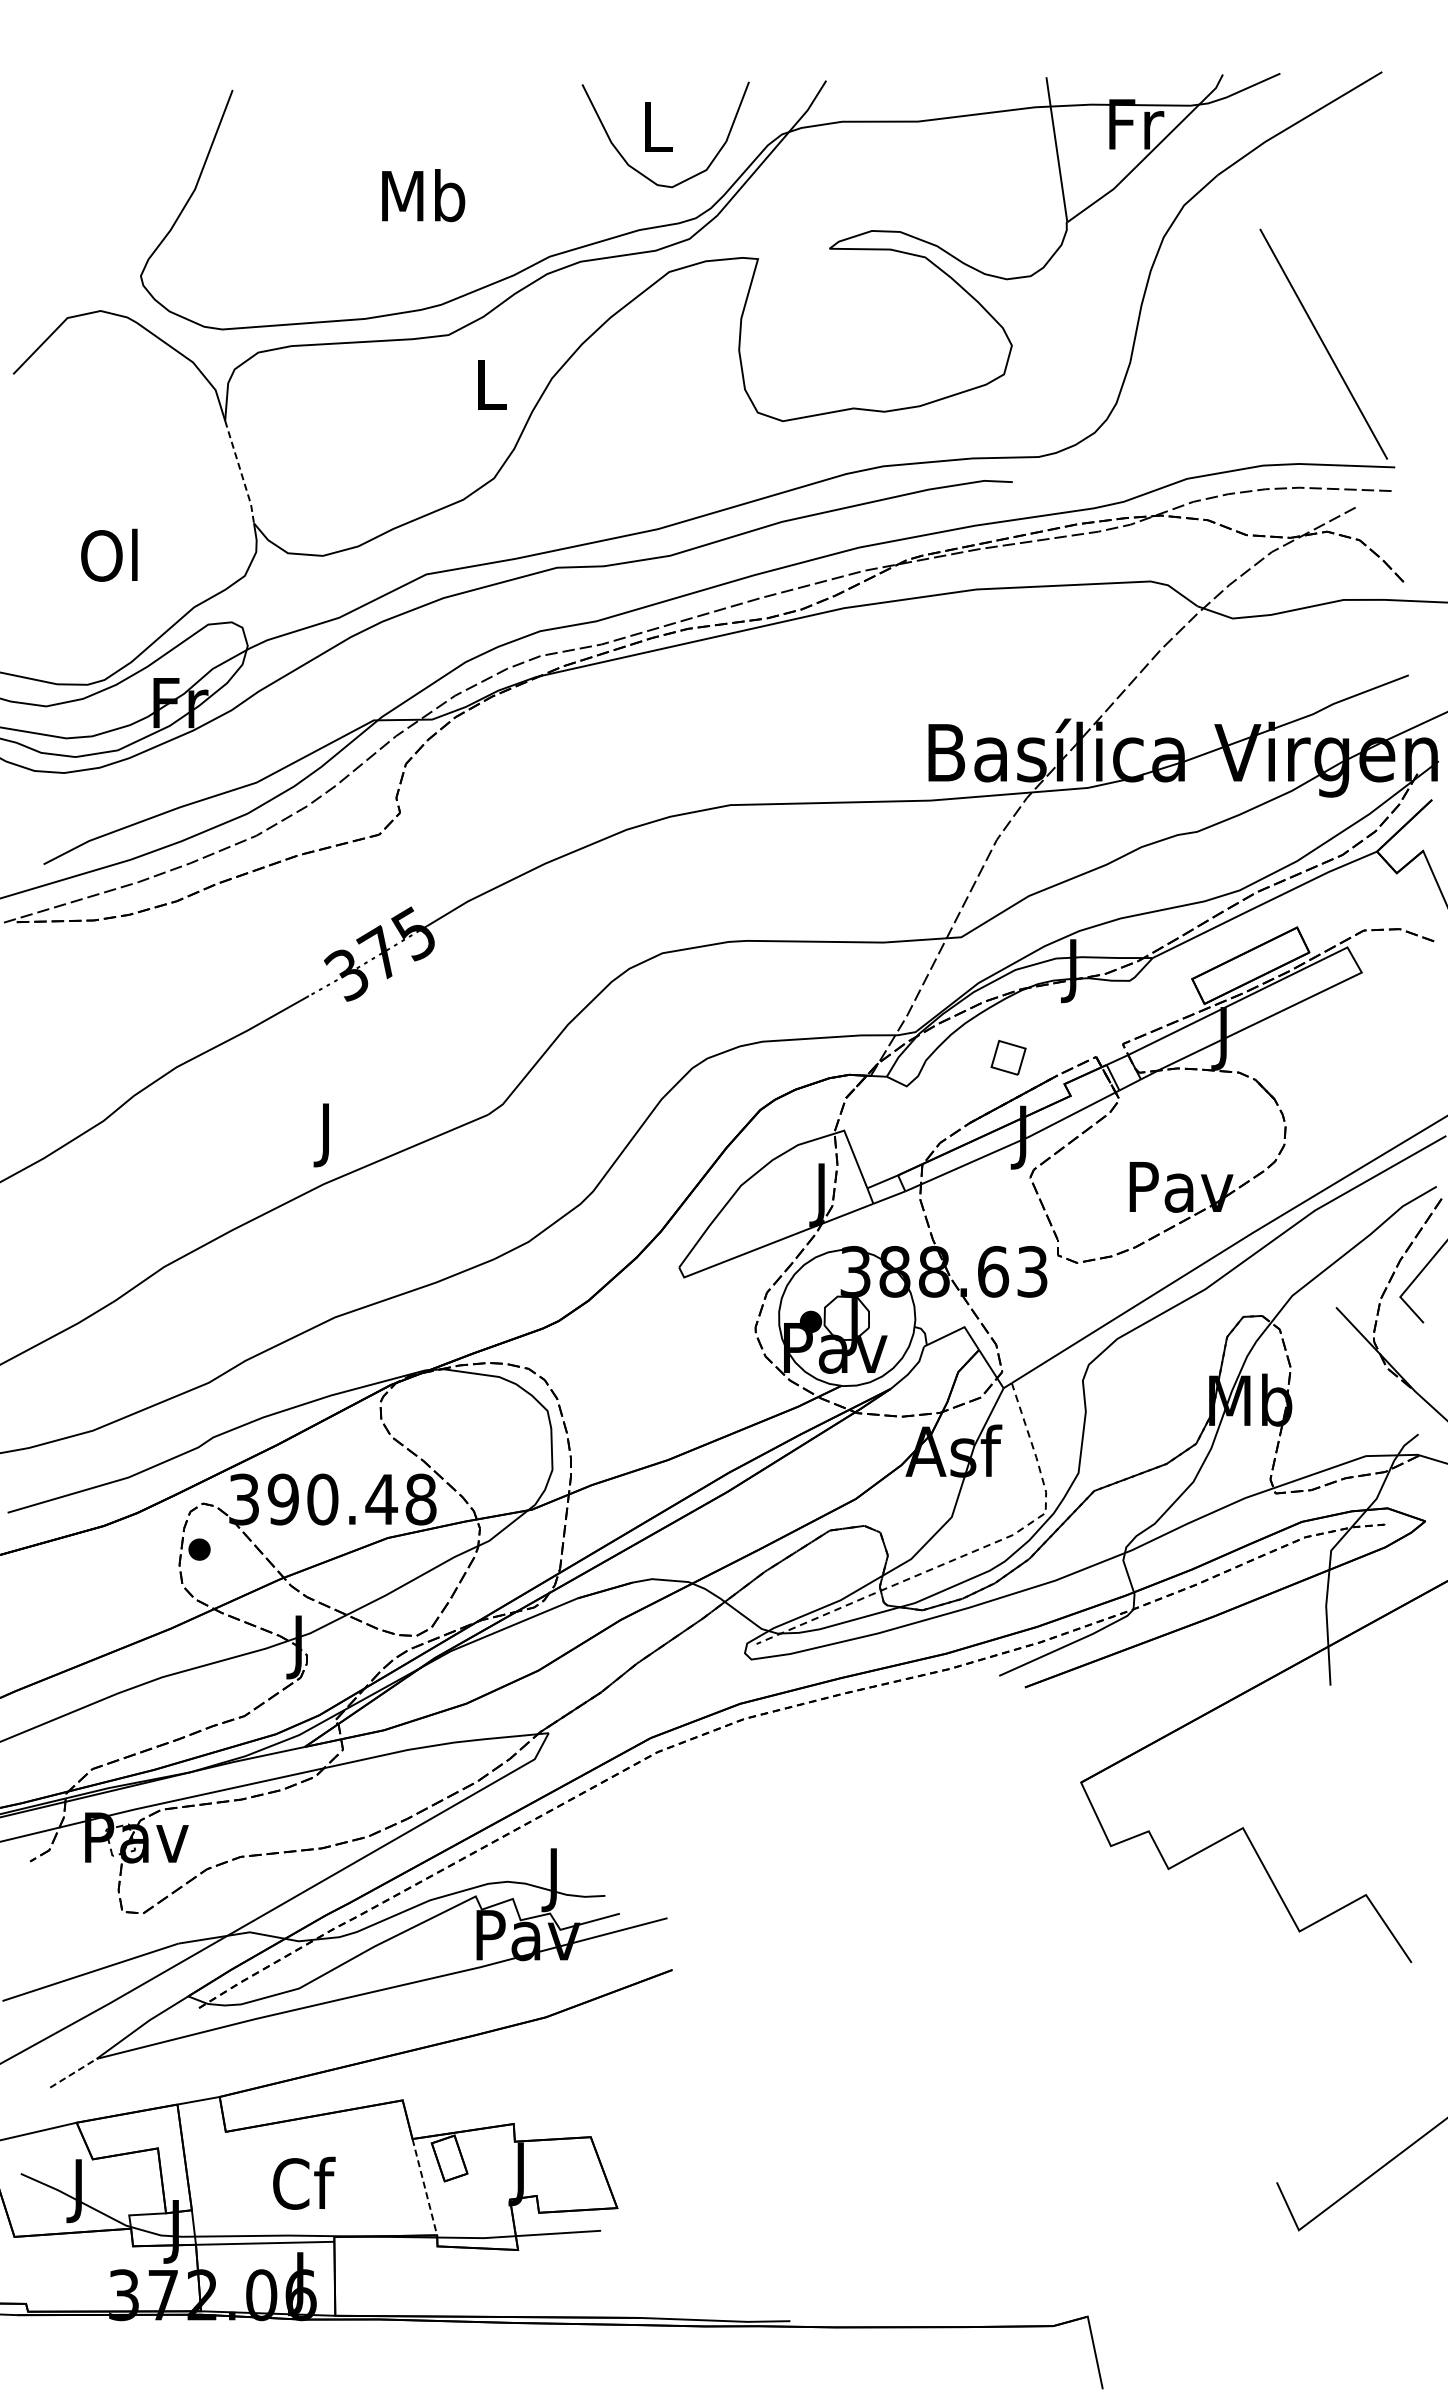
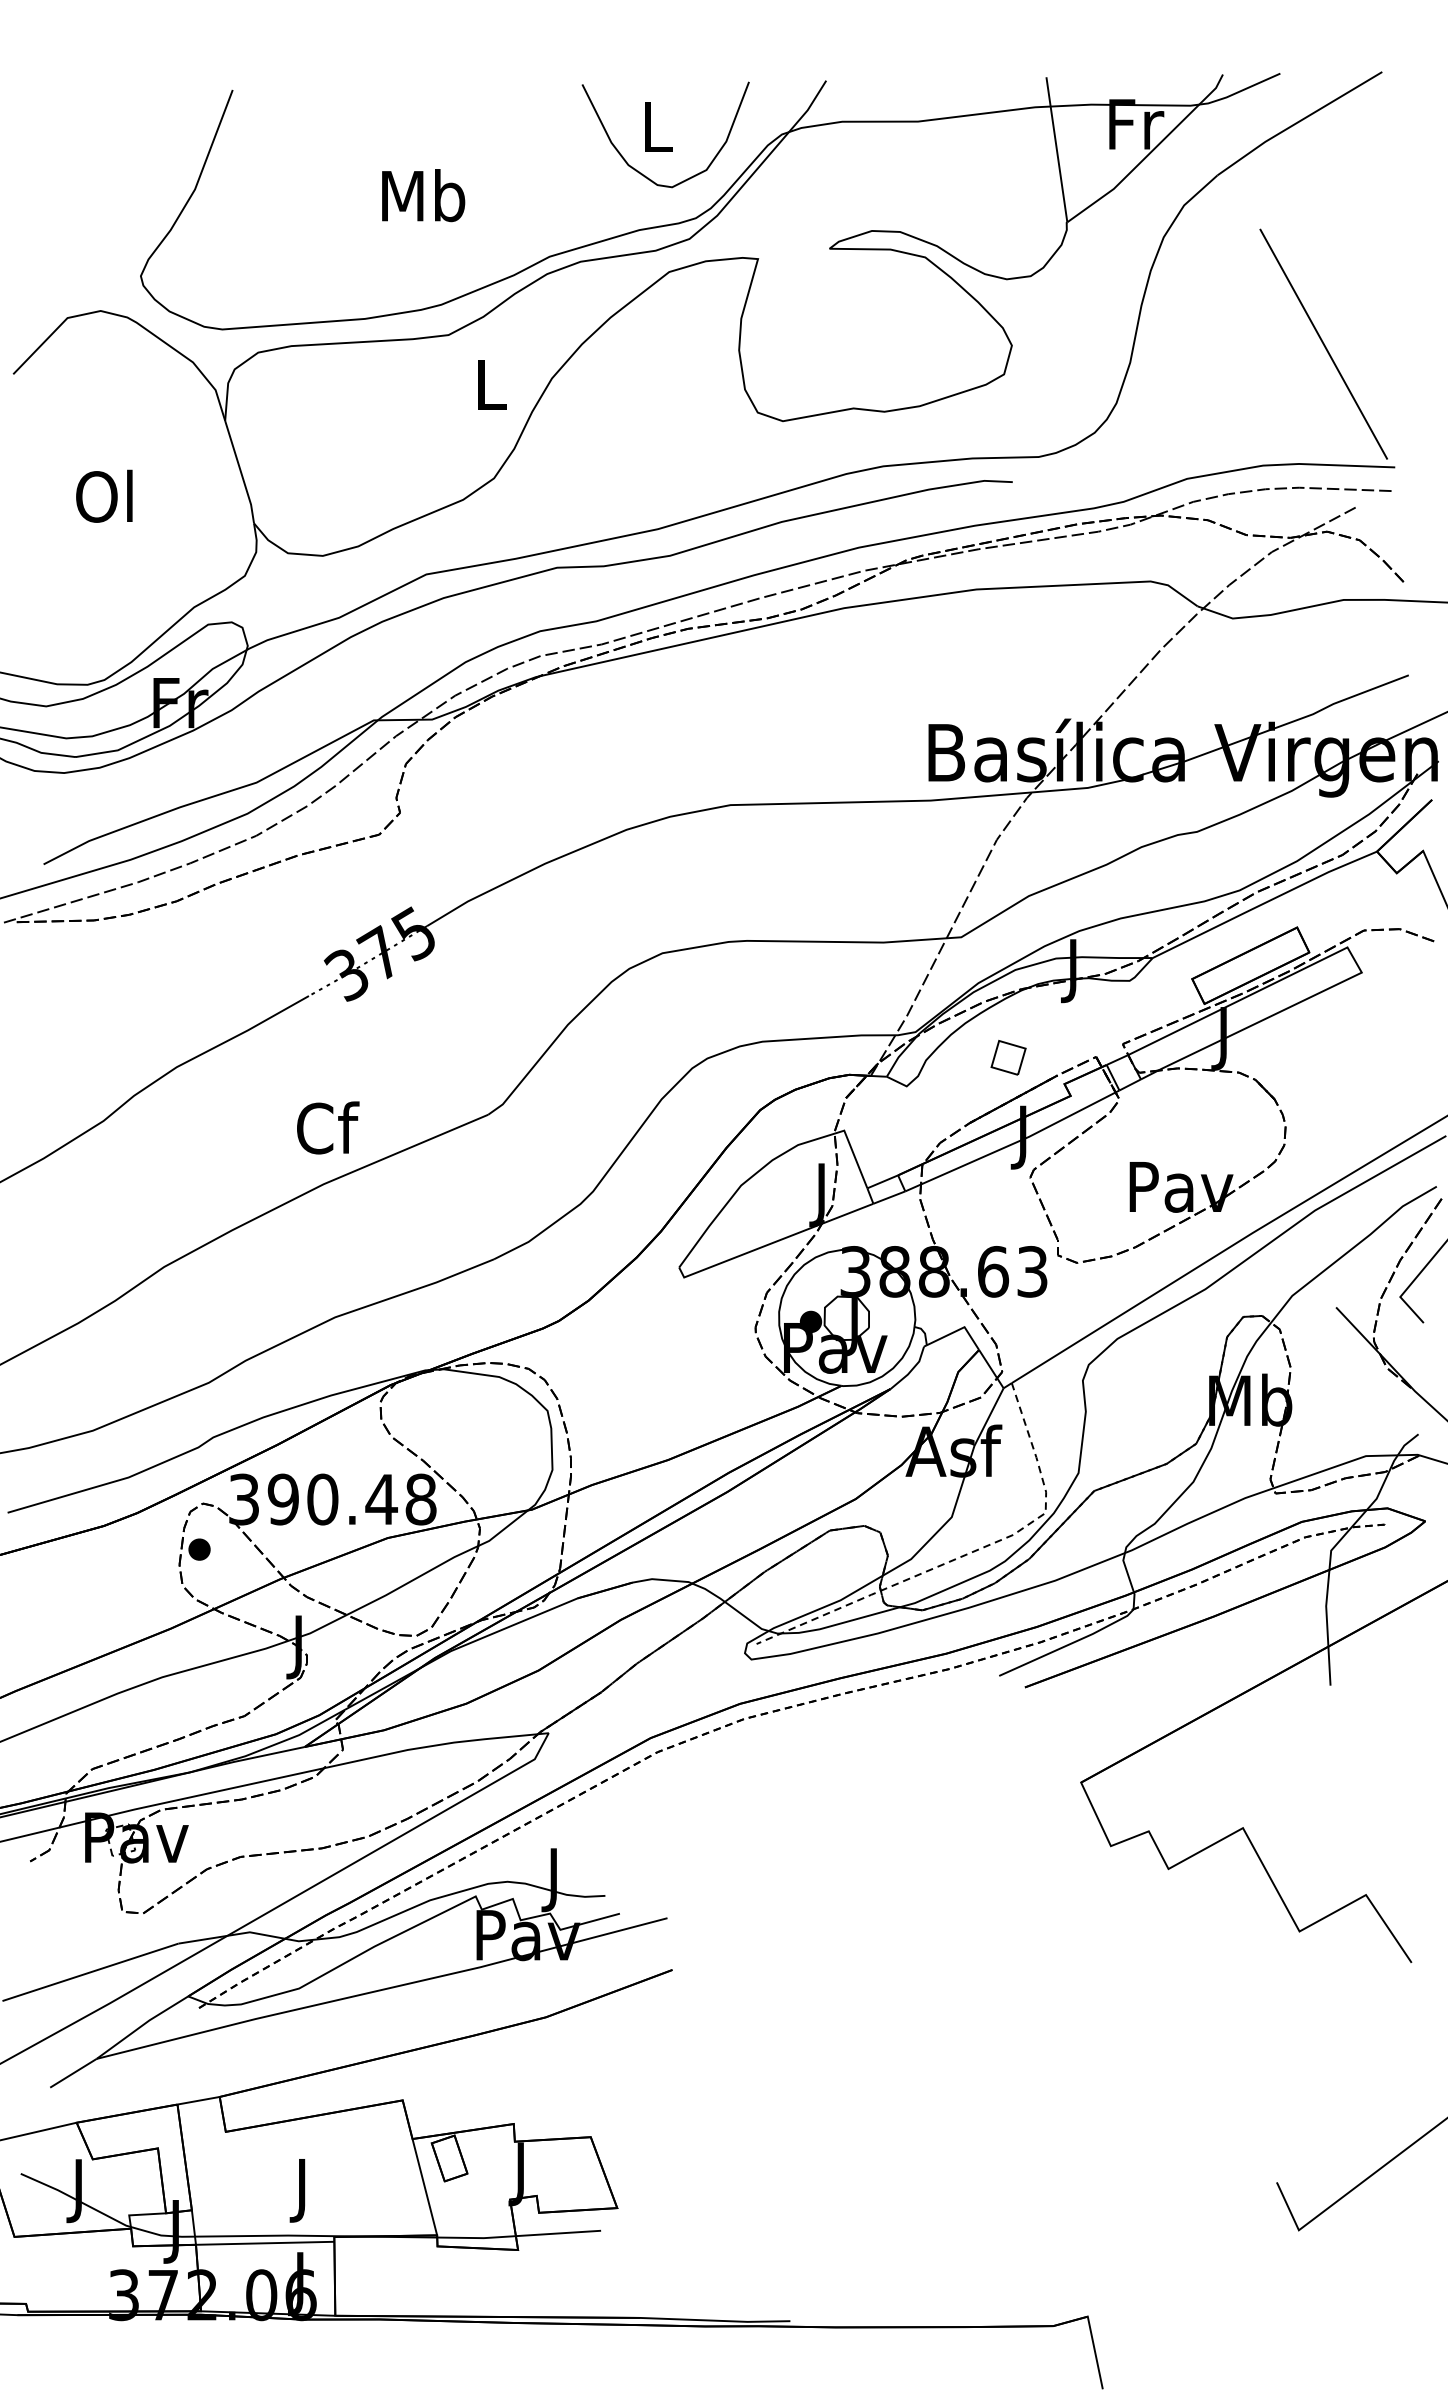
line at (241, 472): dashed -> solid
text at (109, 554) position: (109, 554) -> (104, 495)
text at (328, 1134): J -> Cf
line at (73, 2073): dashed -> solid
line at (424, 2187): dashed -> solid
text at (304, 2189): Cf -> J
